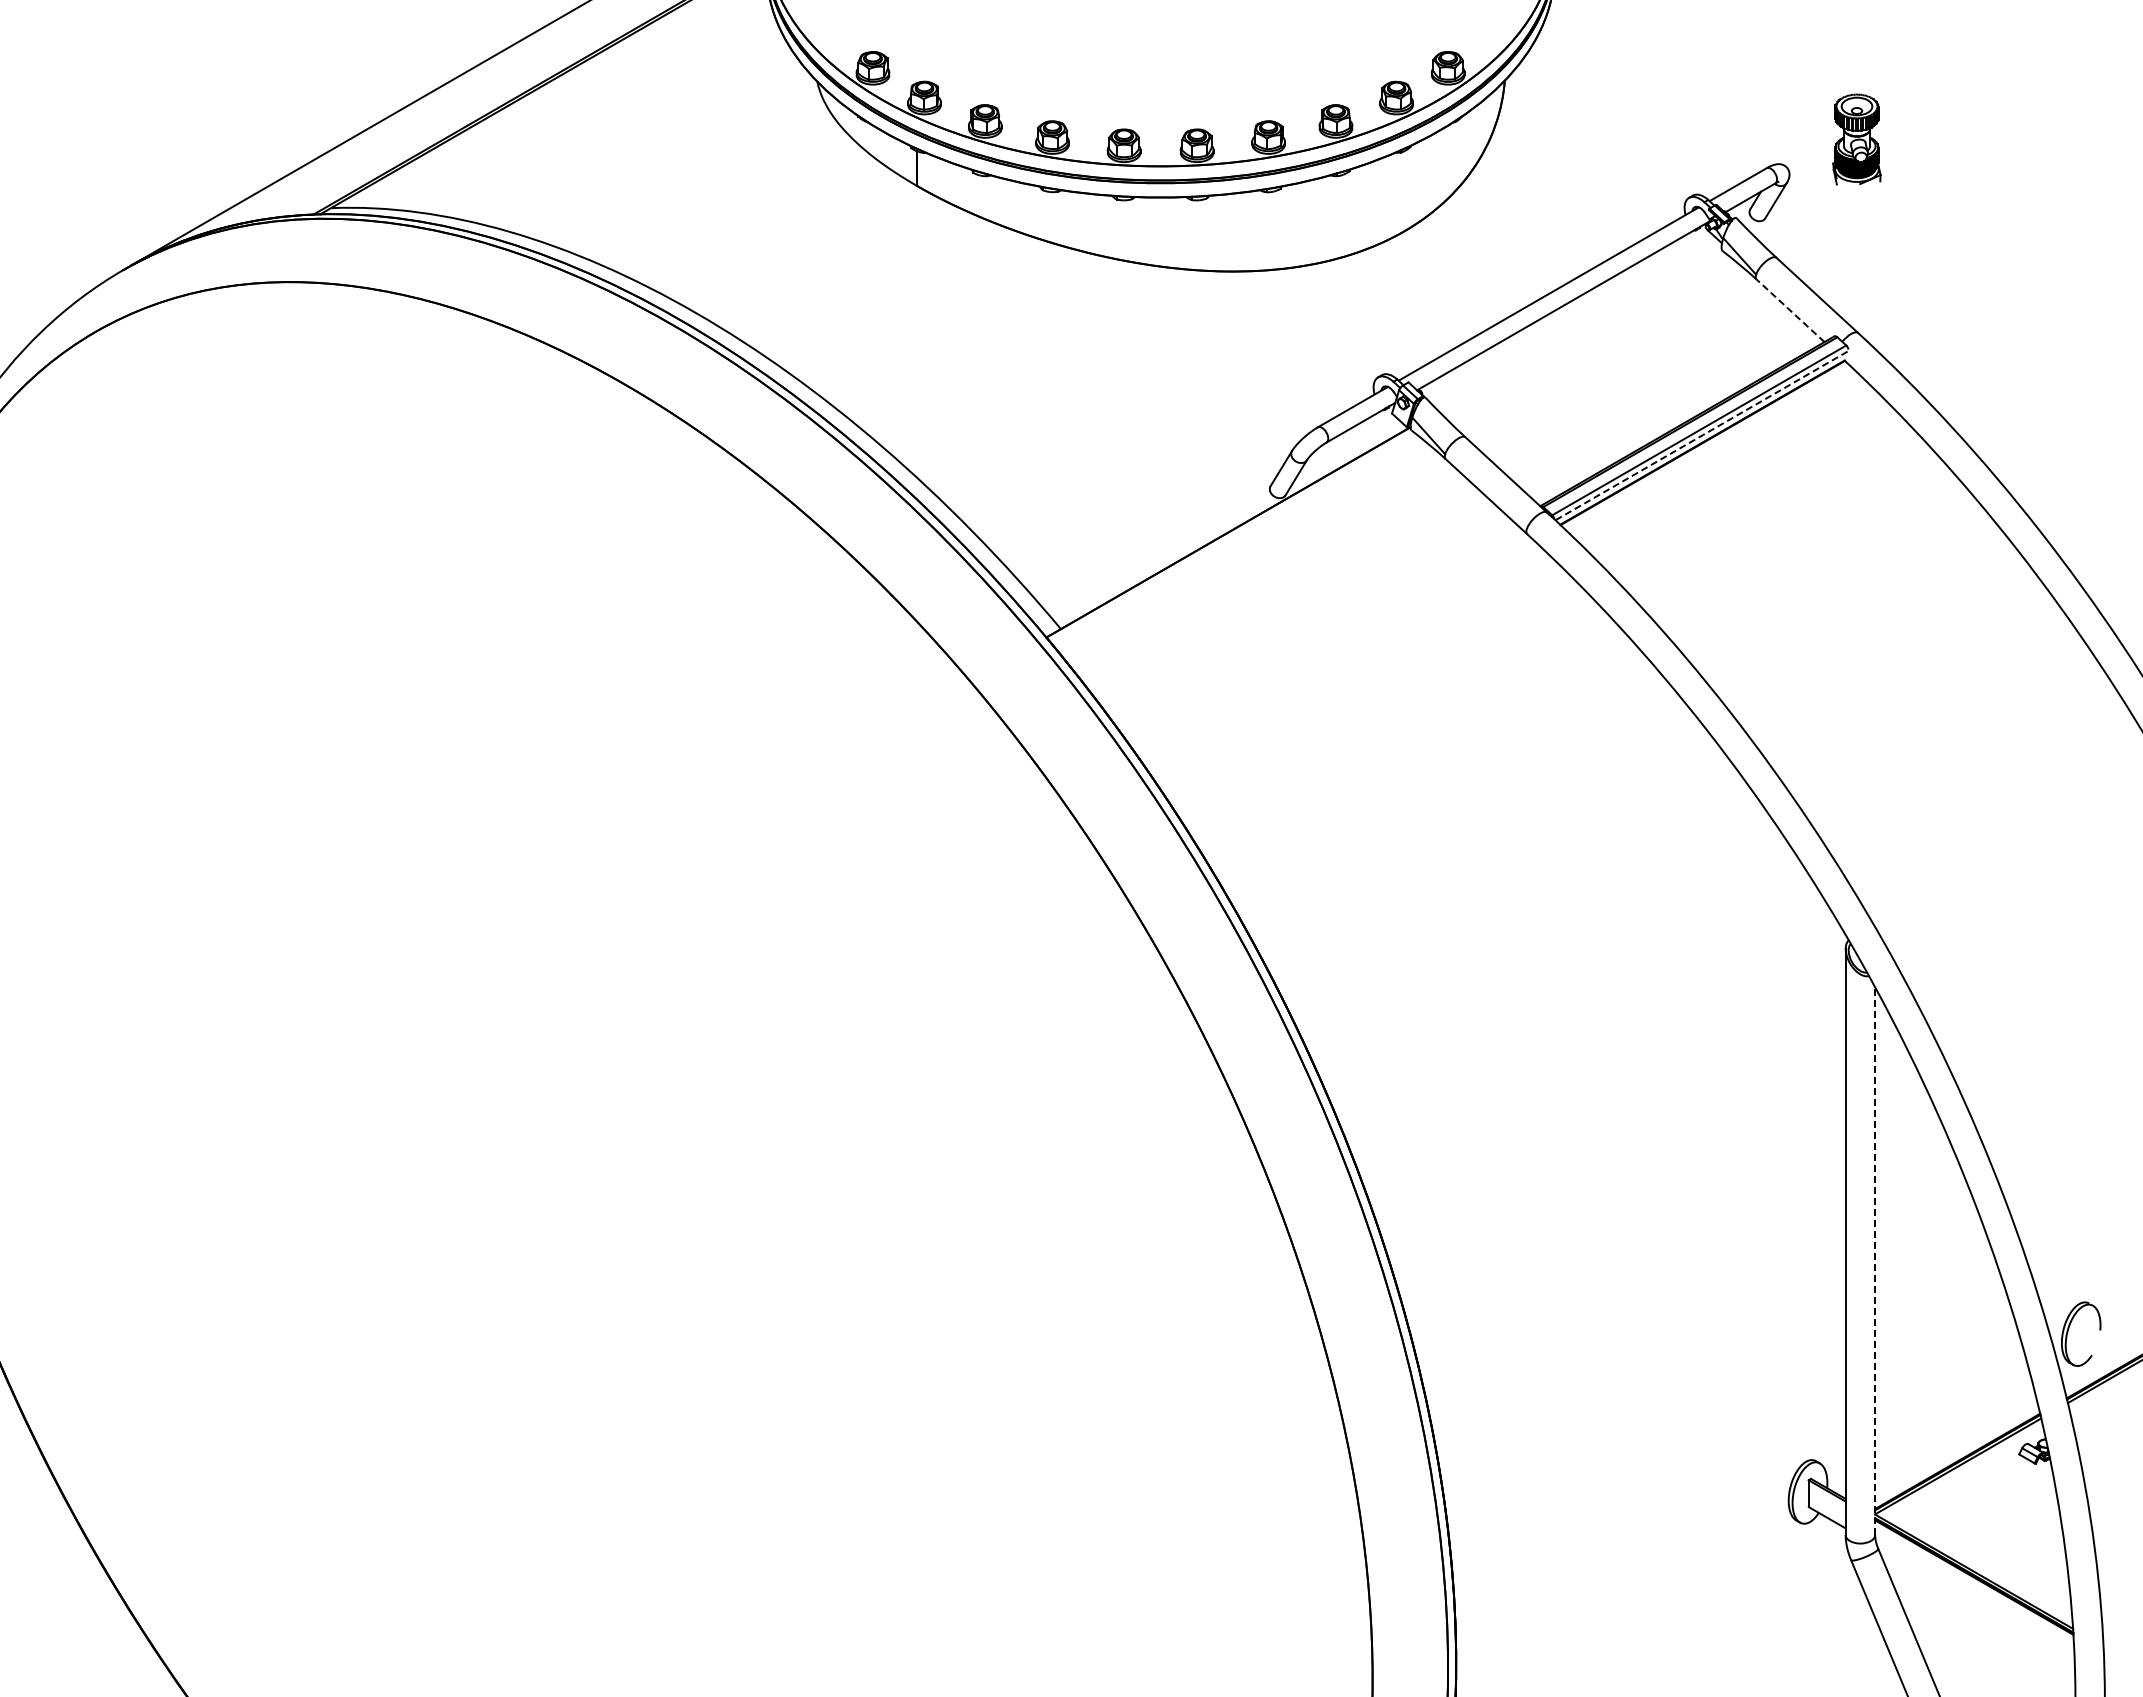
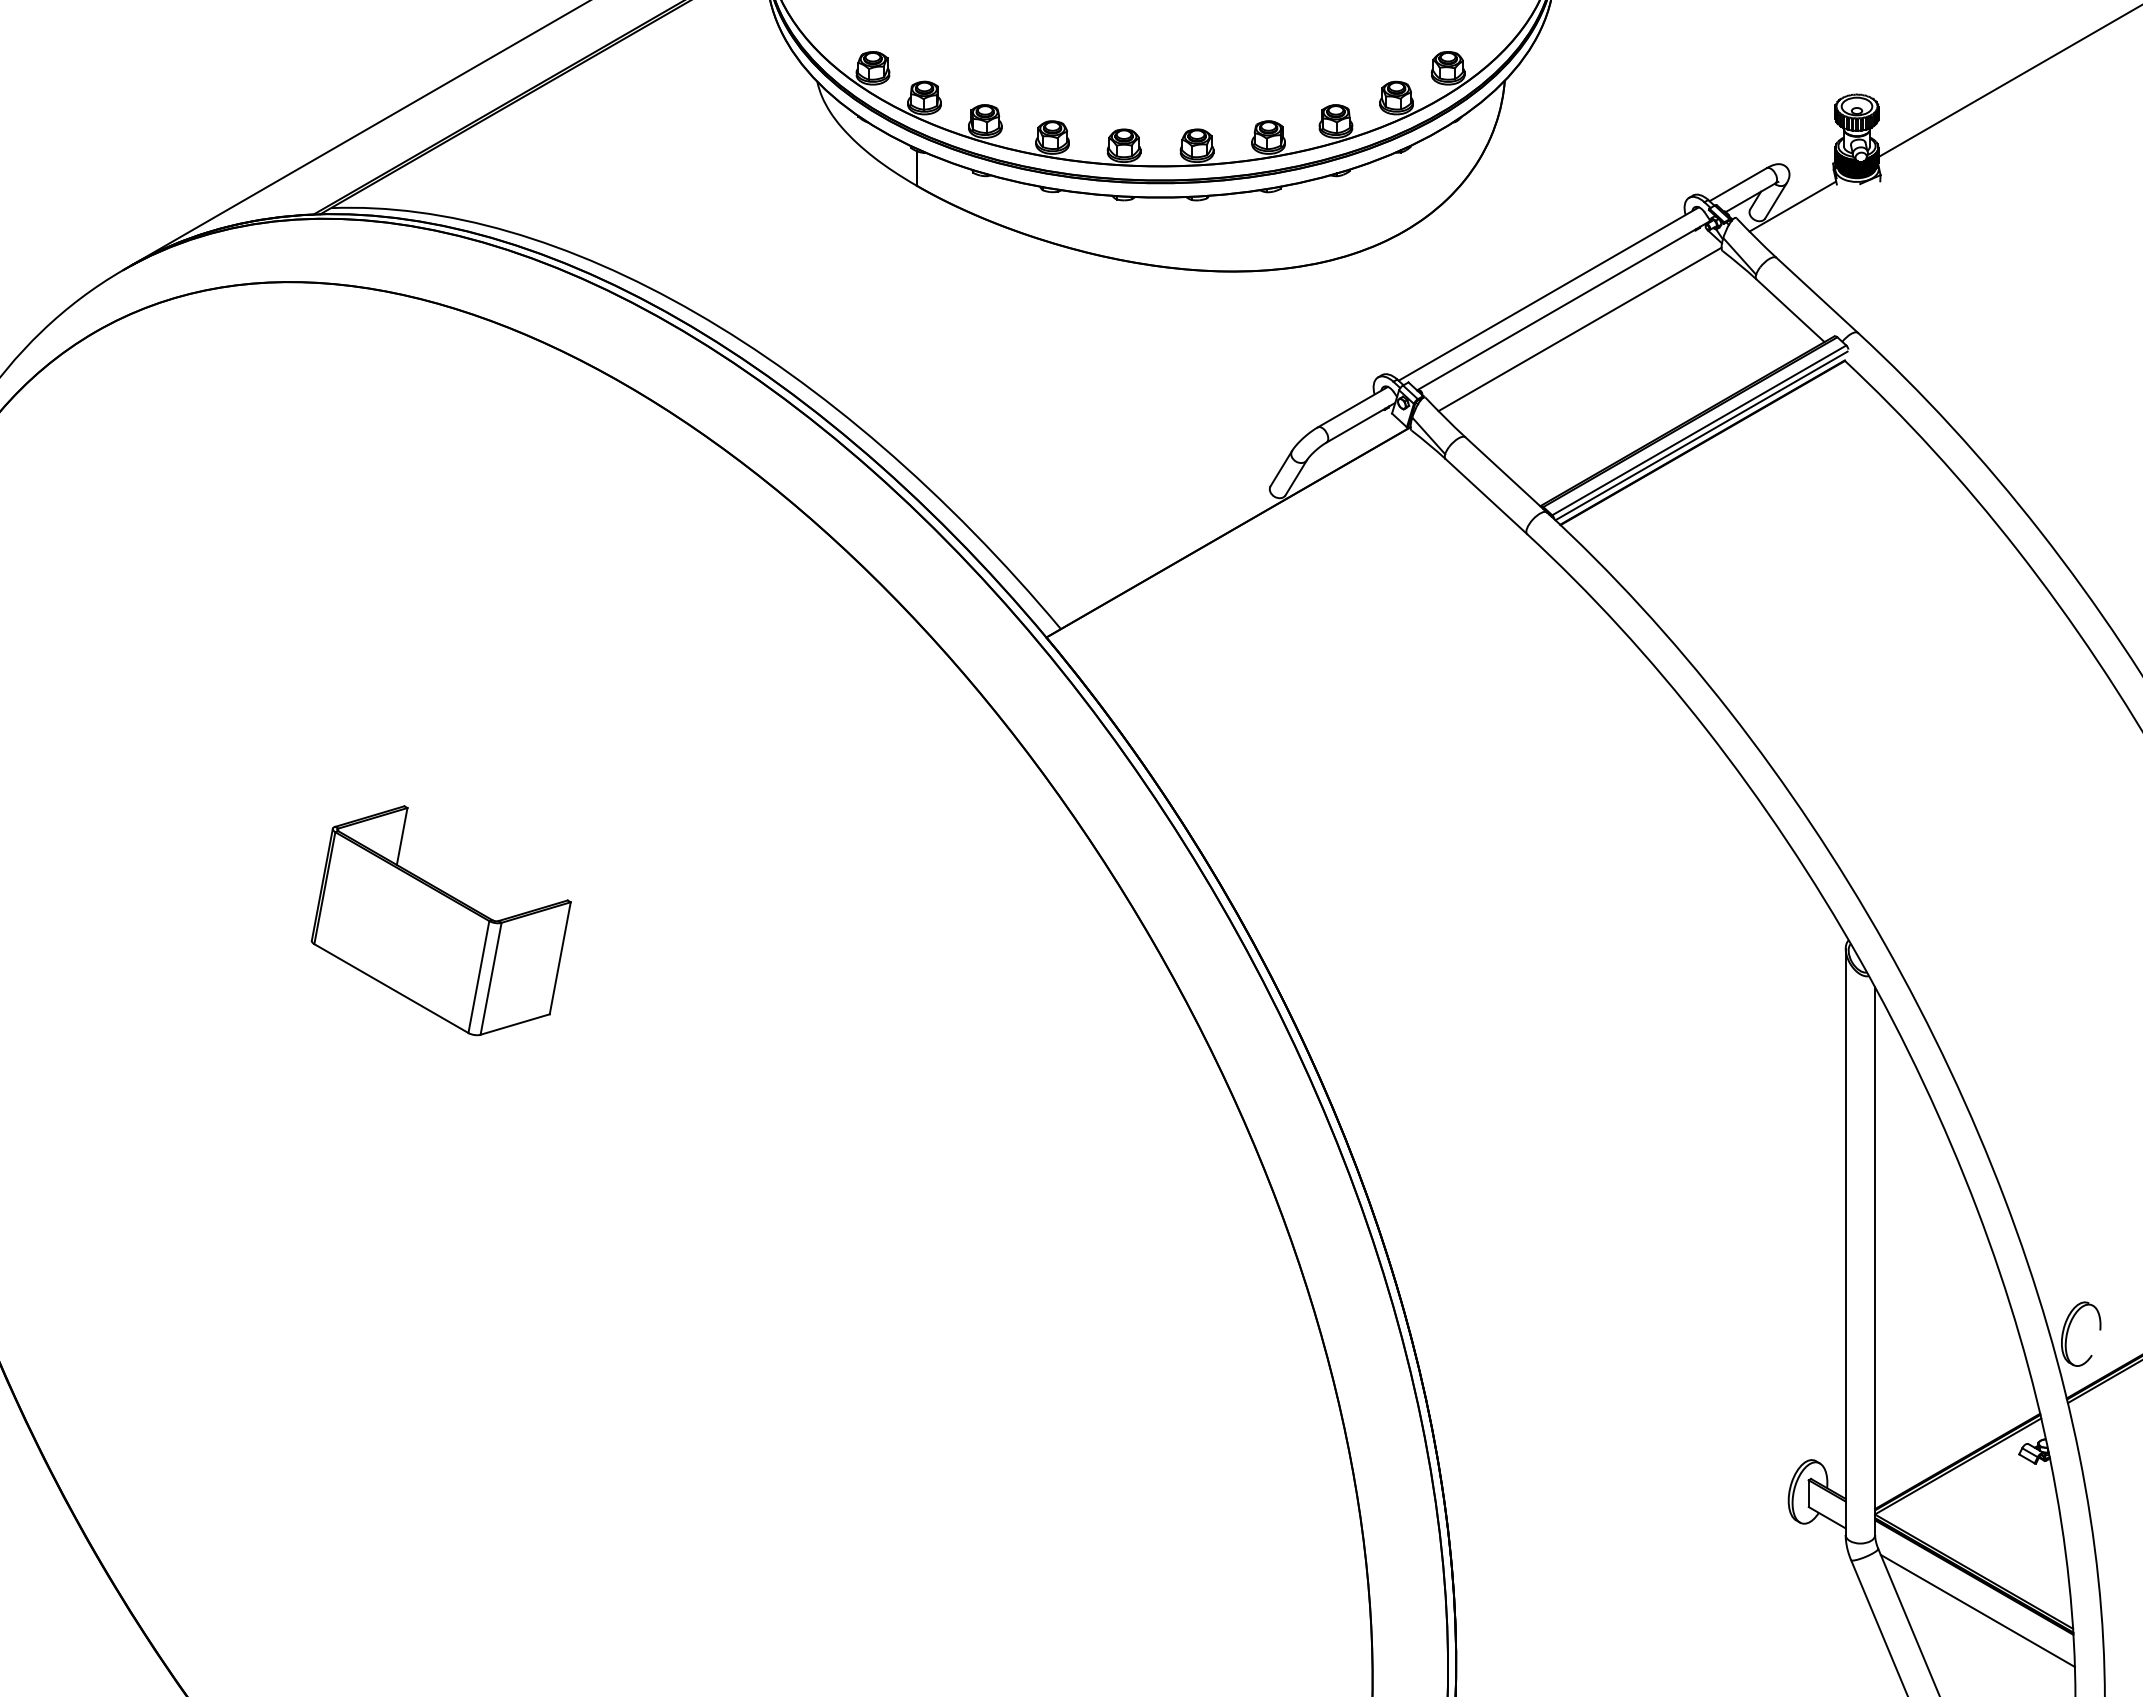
line at (2008, 81): none -> present
line at (1792, 206): none -> present
line at (1790, 310): dashed -> solid
line at (1579, 329): none -> present
line at (1701, 435): dashed -> solid
part at (440, 920): none -> present
line at (1875, 1261): dashed -> solid
line at (1977, 1610): none -> present
